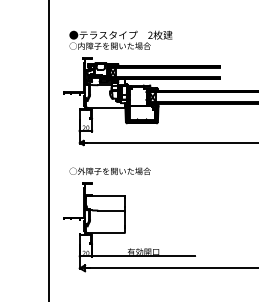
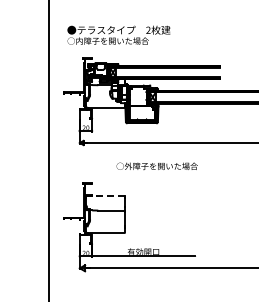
text at (120, 39) position: (120, 39) -> (118, 34)
text at (109, 170) position: (109, 170) -> (156, 165)
line at (106, 196): solid -> dashed
